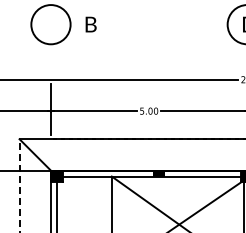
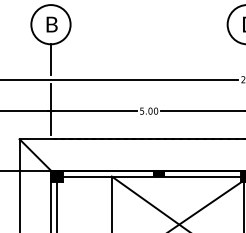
text at (90, 24) position: (90, 24) -> (51, 24)
line at (50, 59): none -> present
line at (19, 186): dashed -> solid
